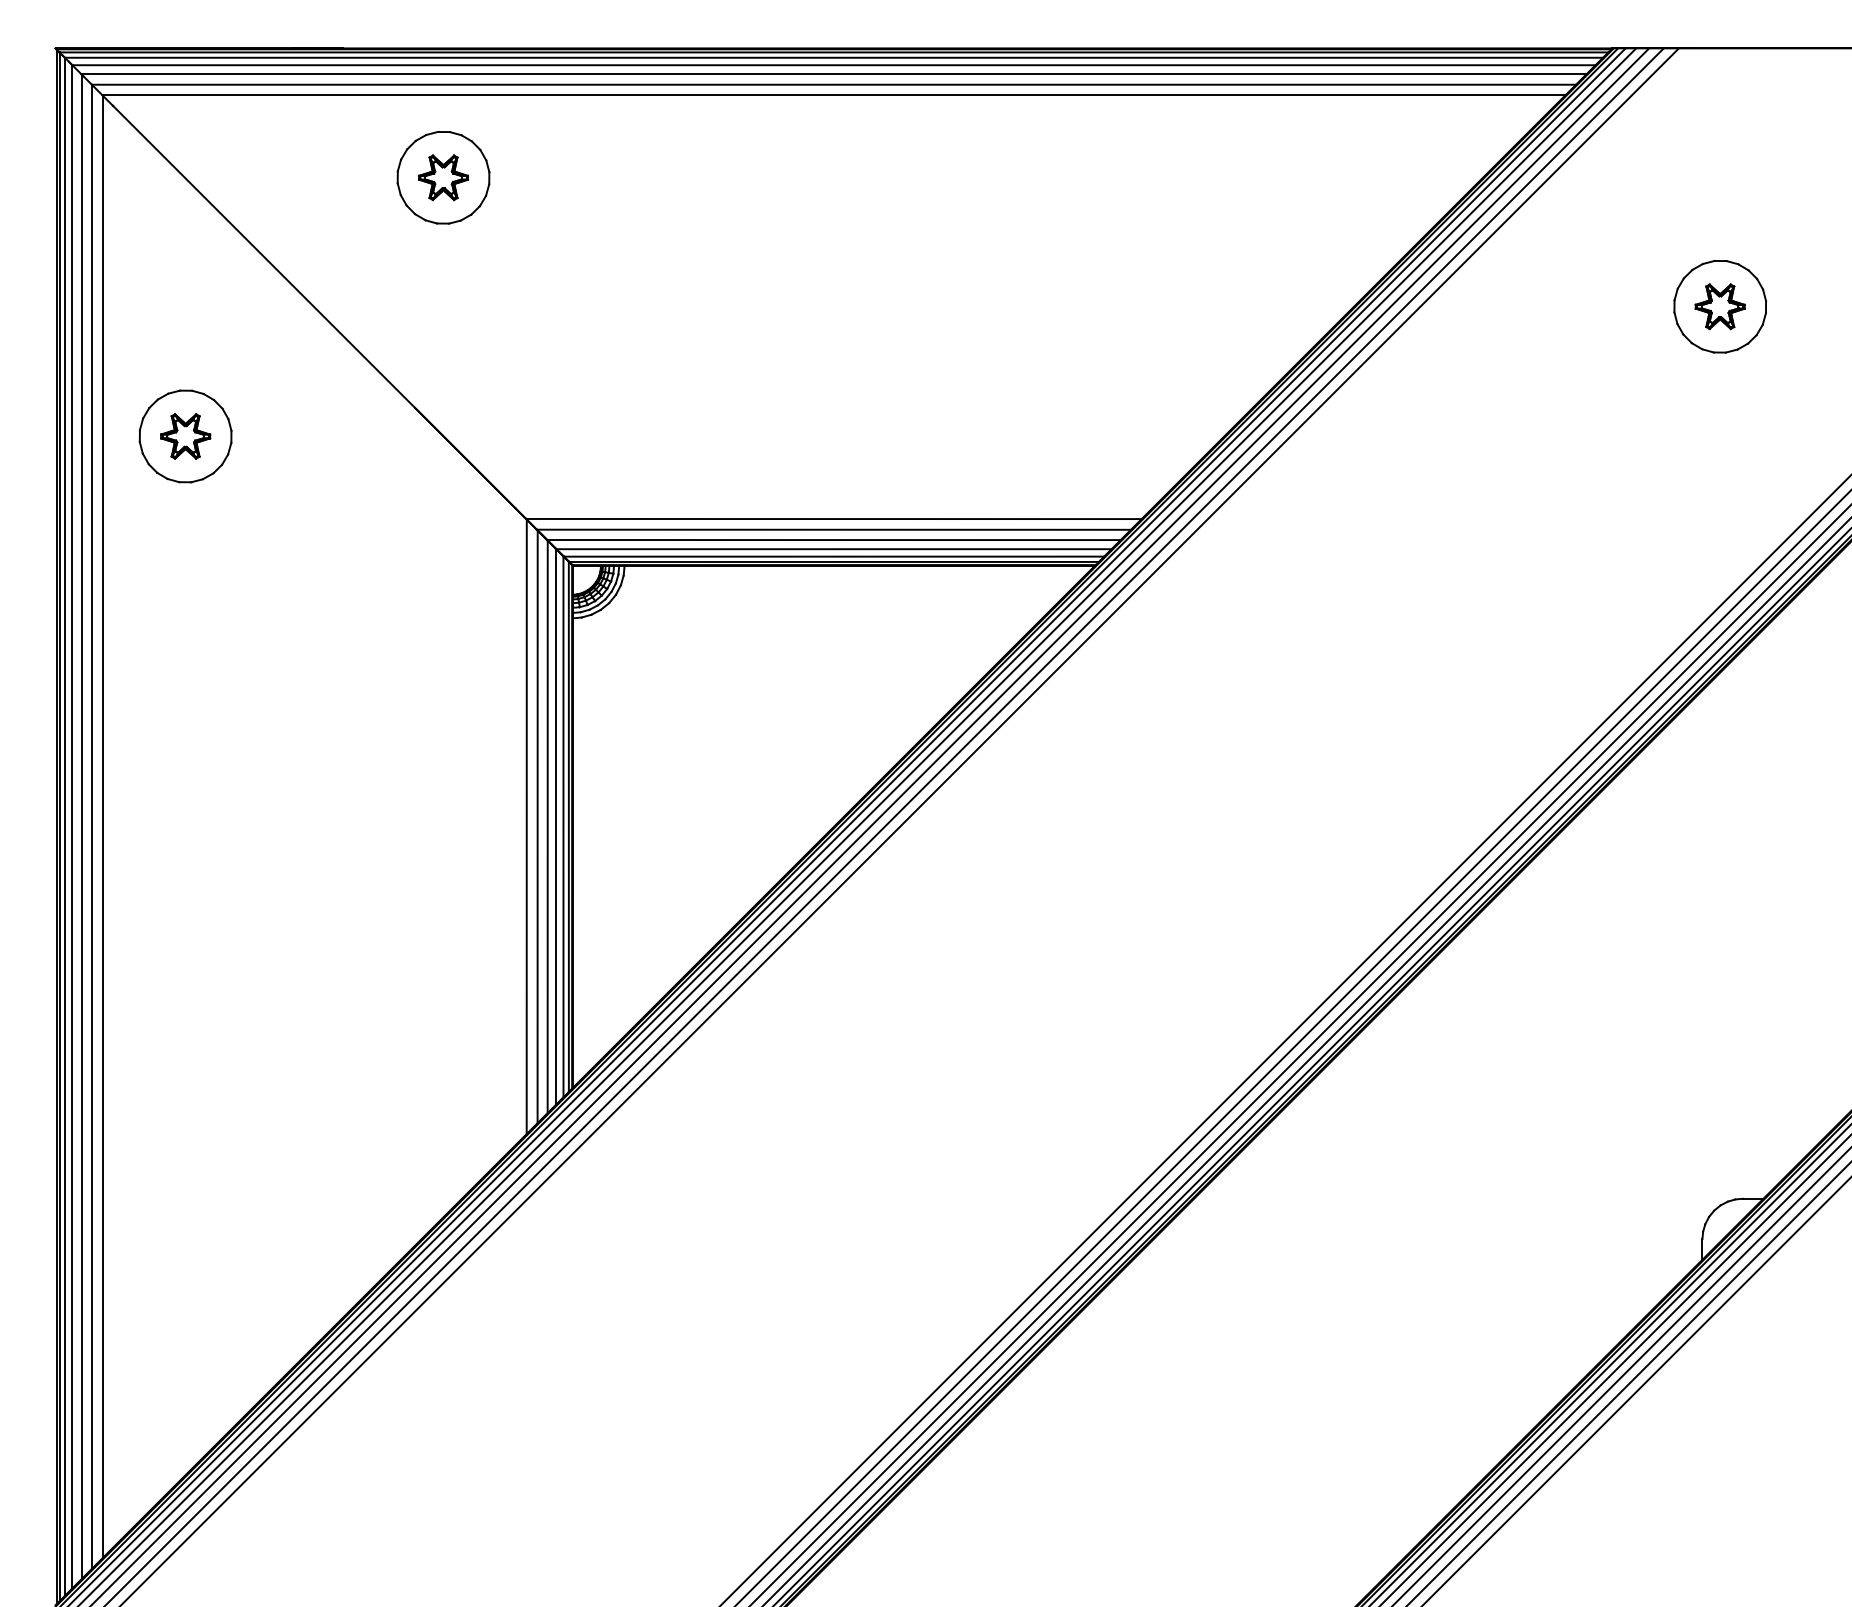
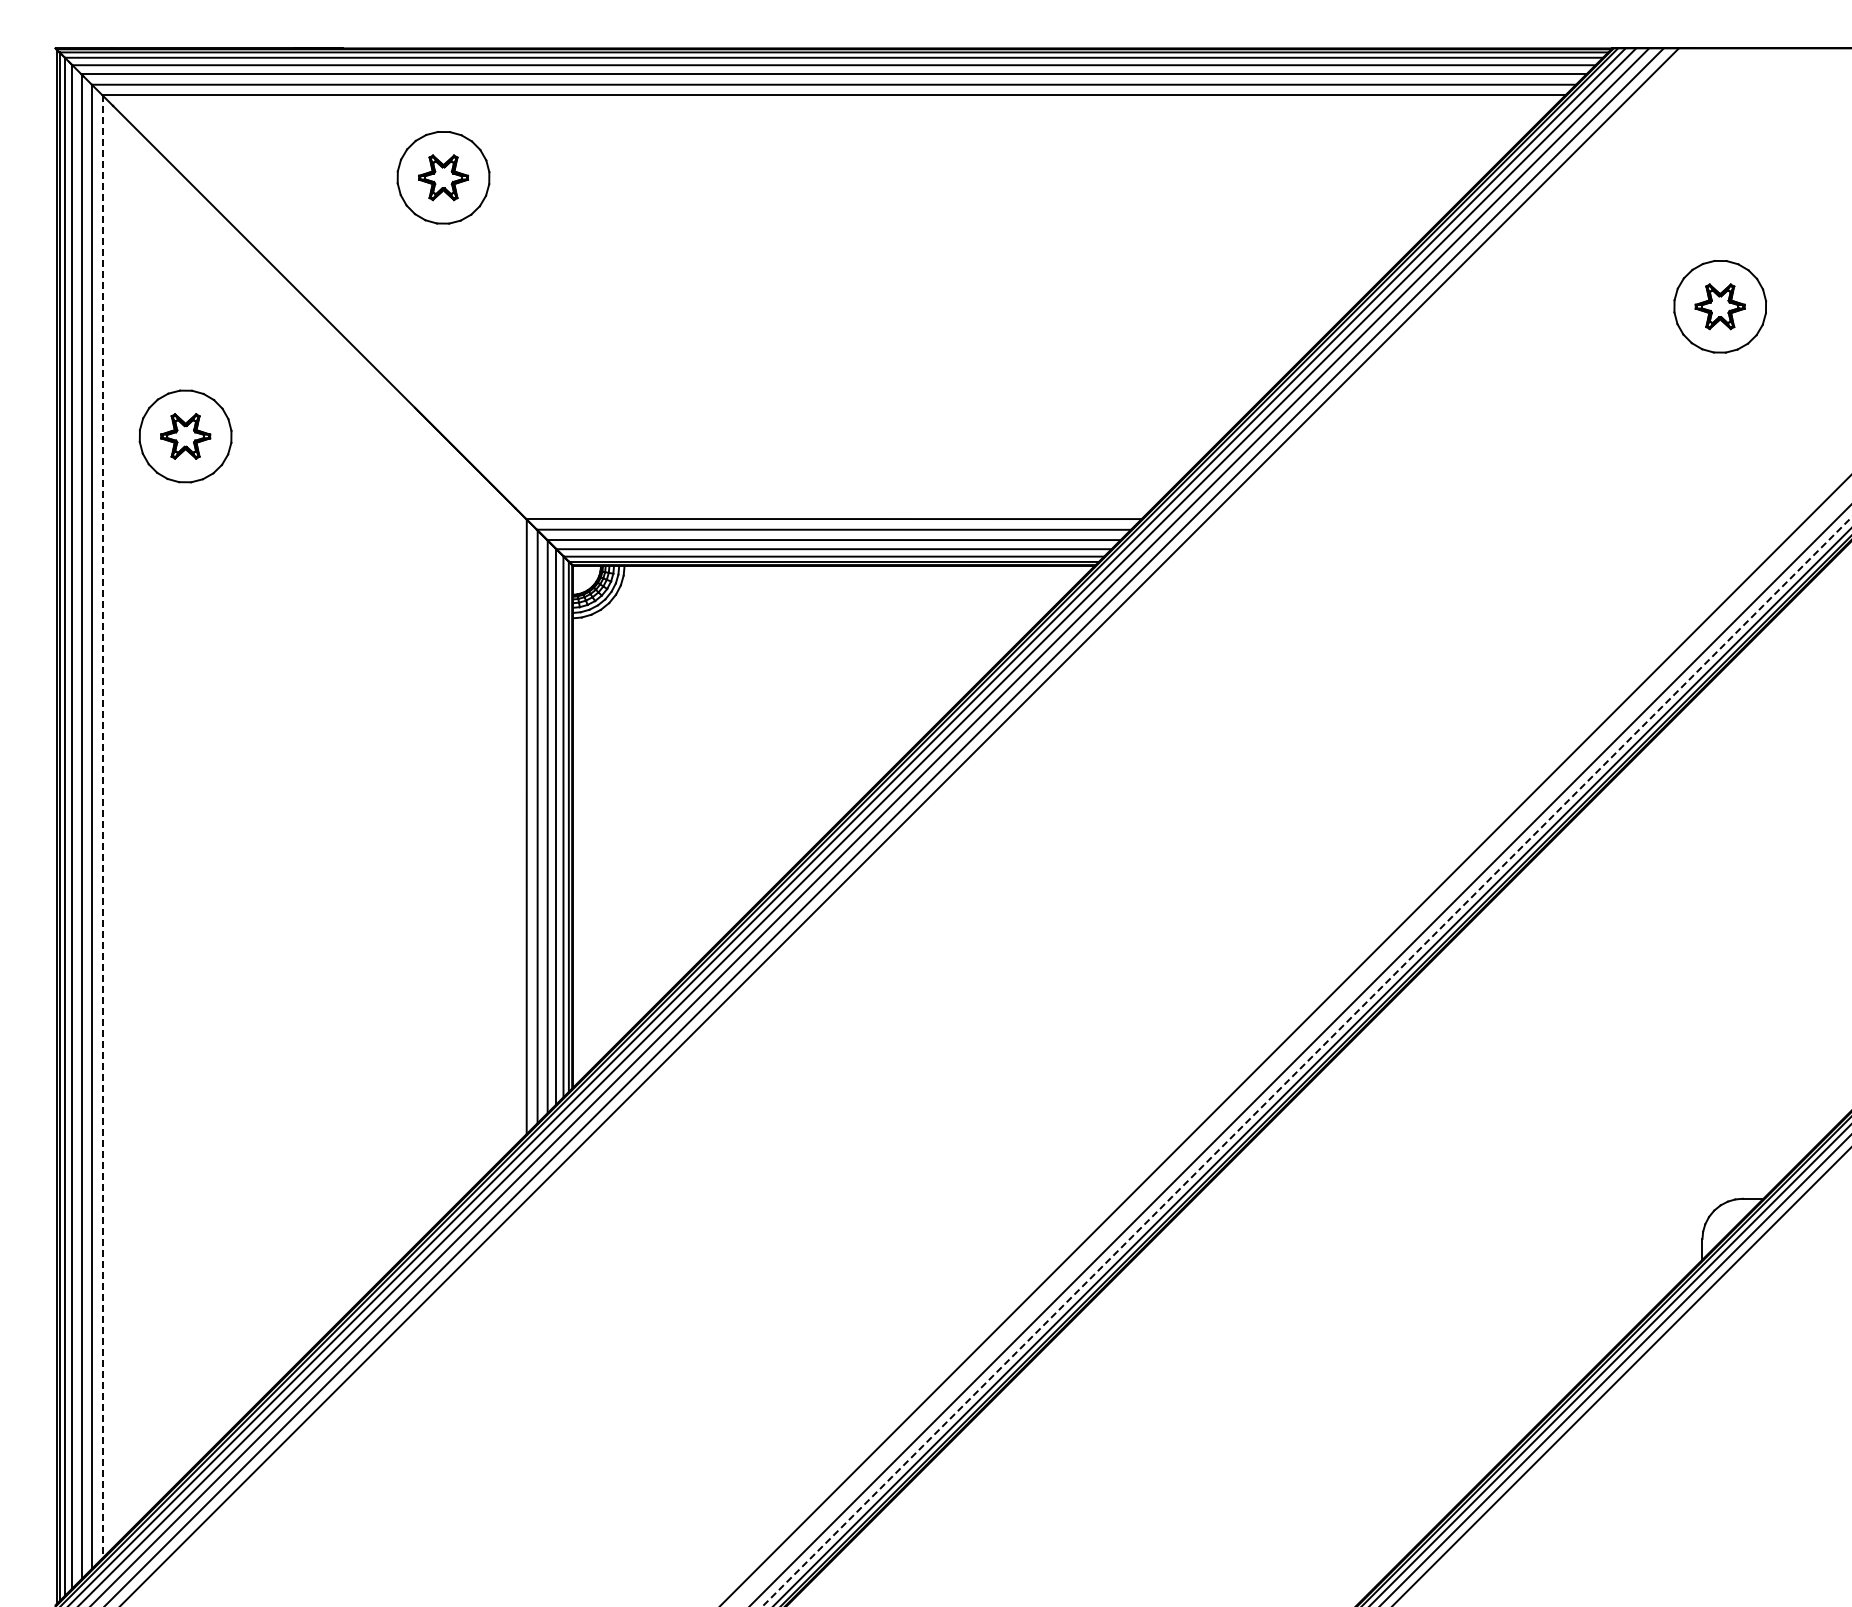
line at (102, 827): solid -> dashed
line at (1292, 1047): present -> none
line at (1307, 1061): solid -> dashed
line at (1628, 1383): present -> none
line at (1636, 1391): present -> none
